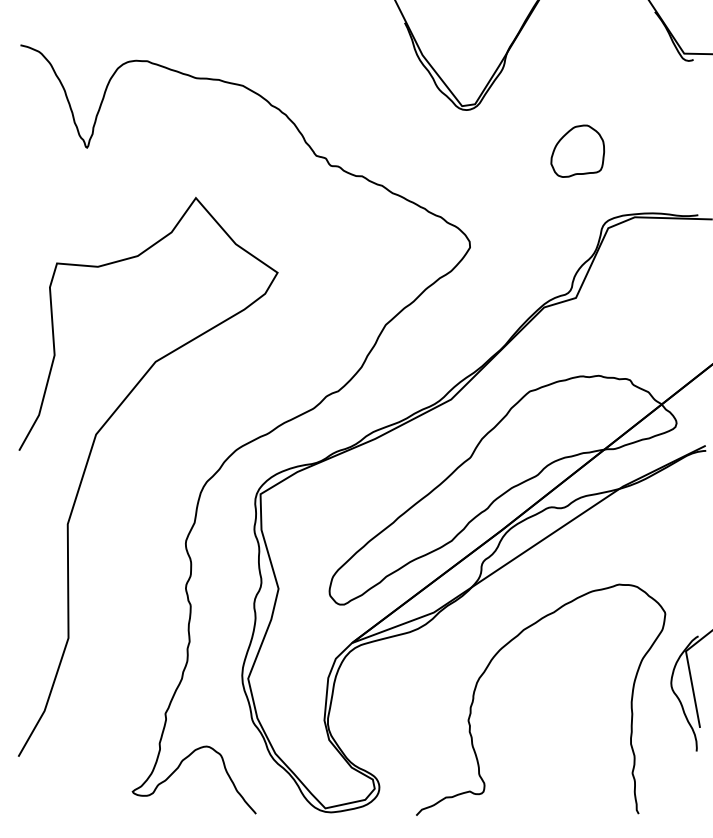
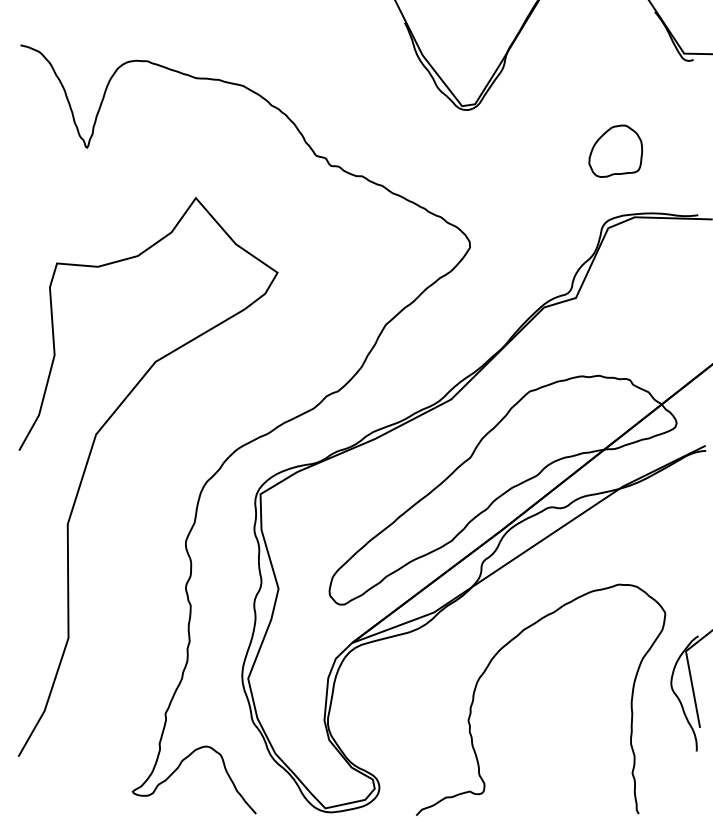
part at (577, 150) position: (577, 150) -> (615, 150)
